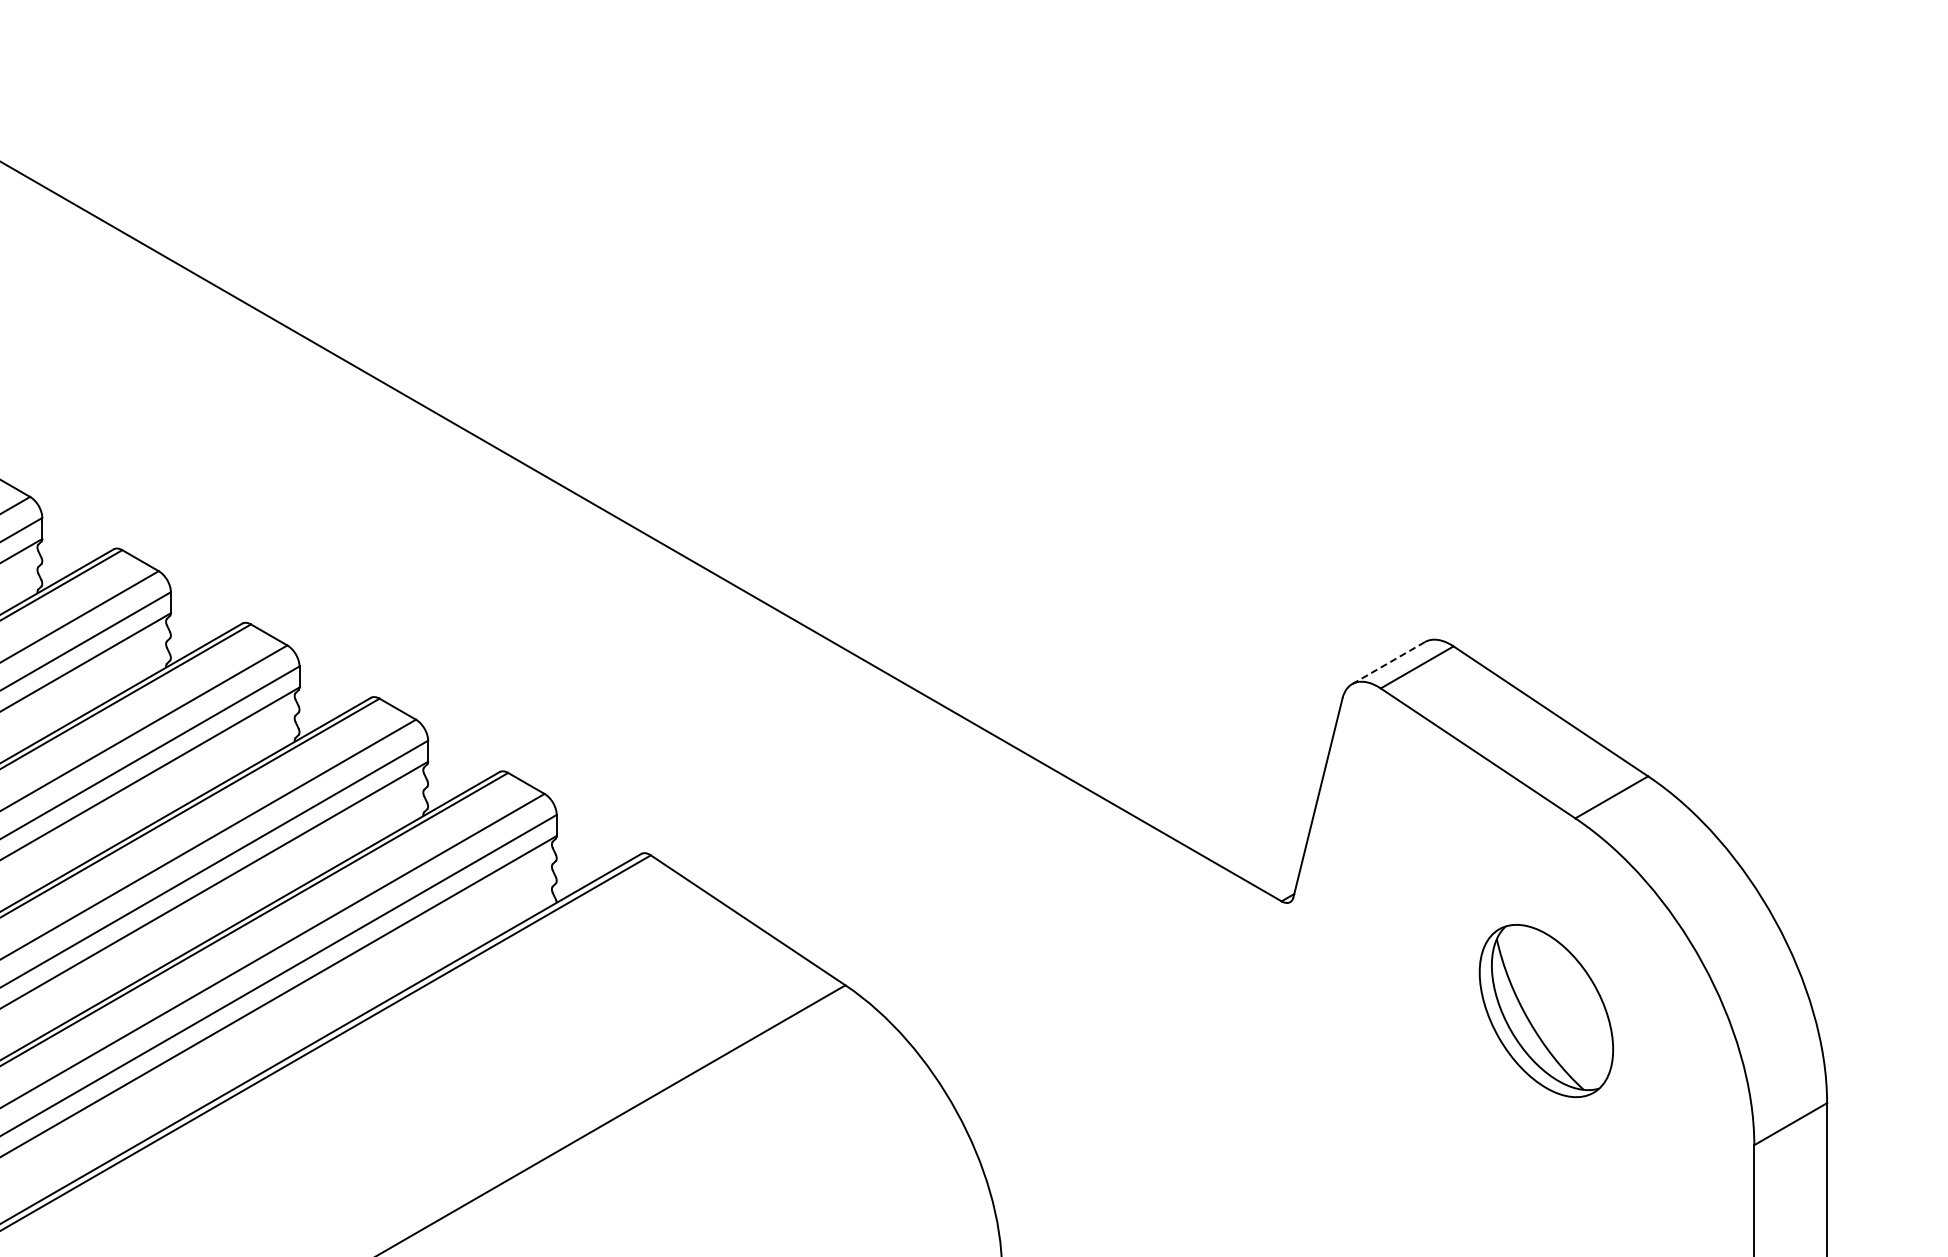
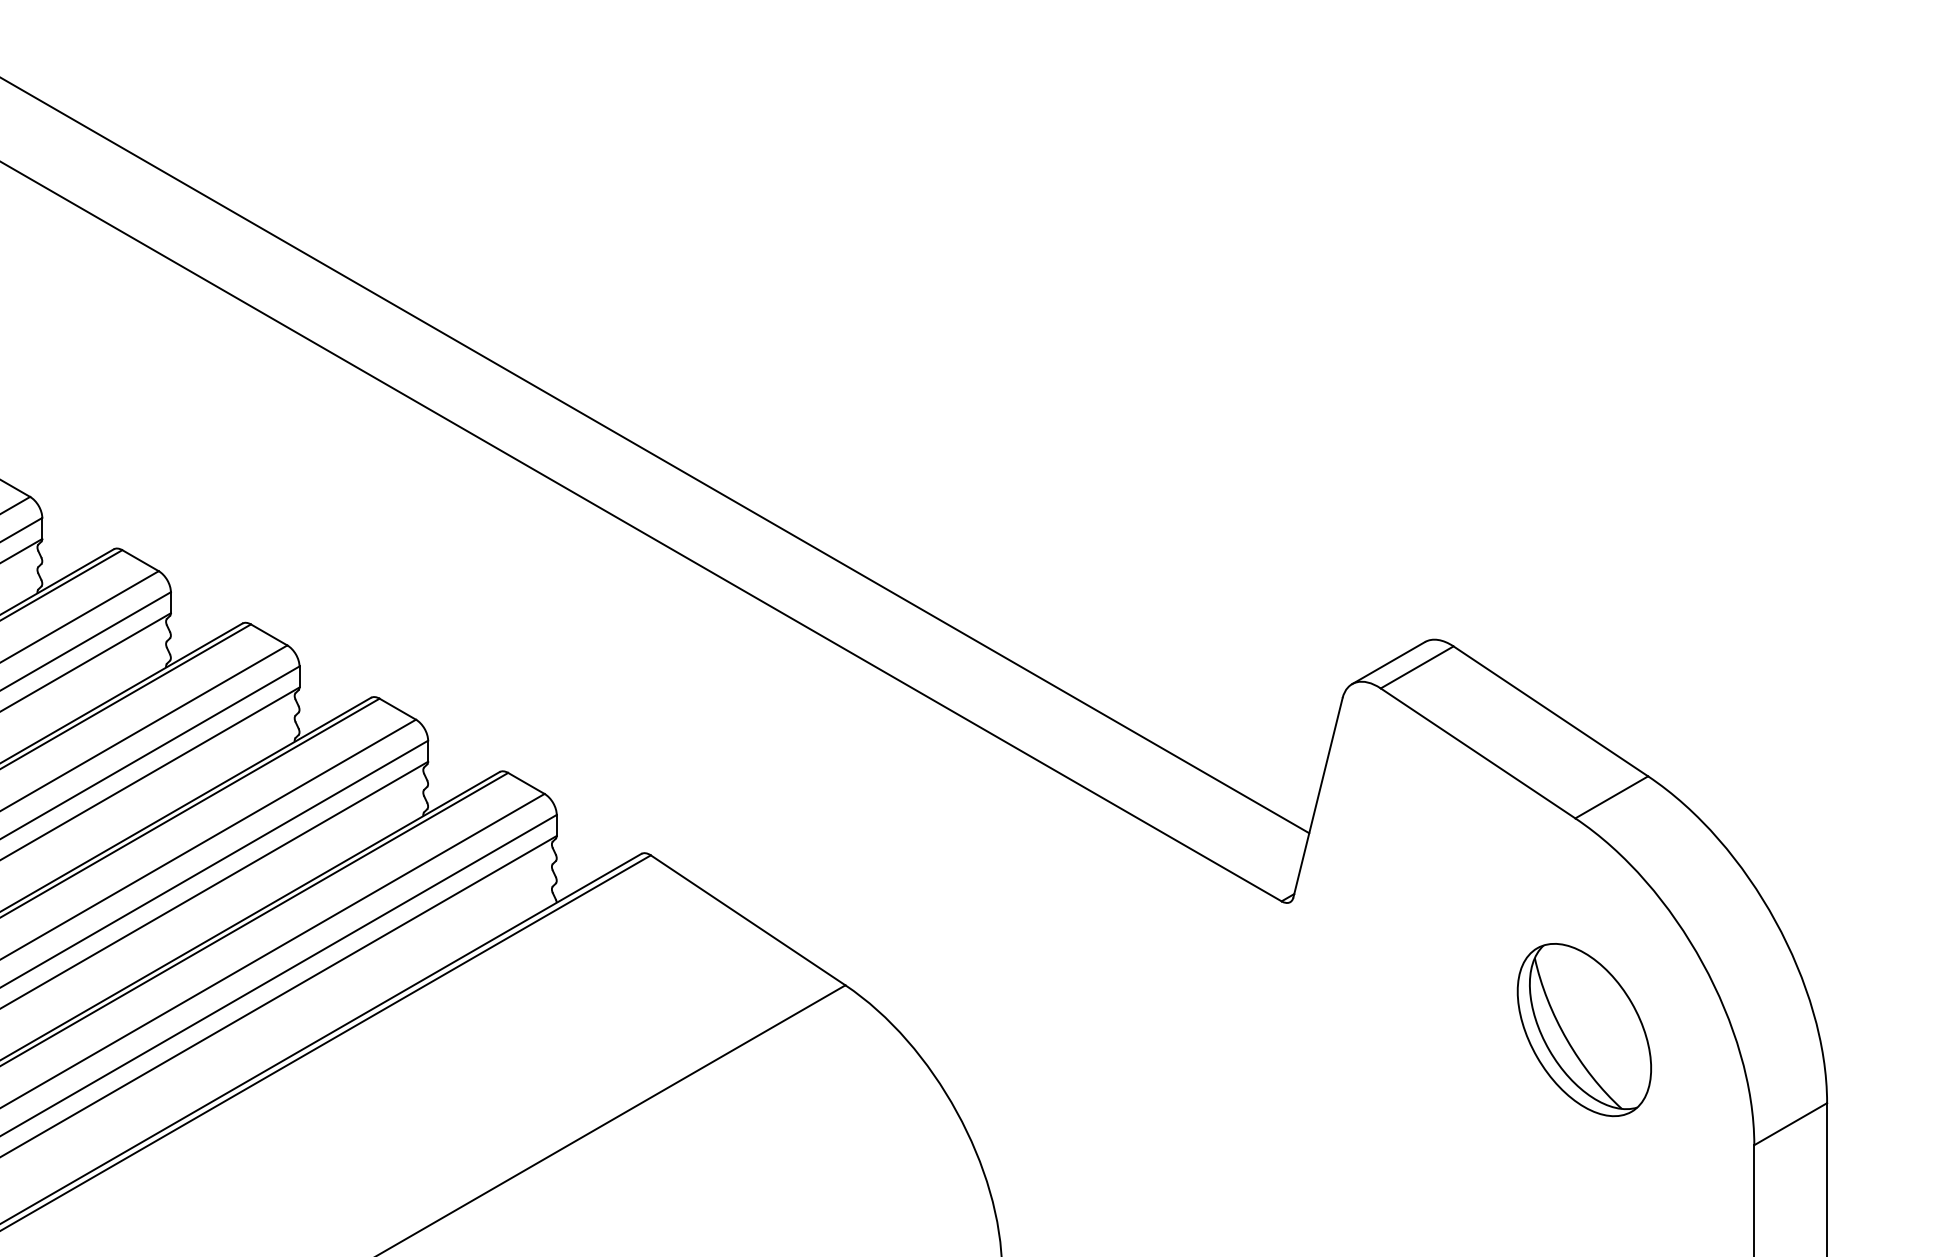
line at (655, 455): none -> present
line at (1389, 662): dashed -> solid
part at (1545, 1011) position: (1545, 1011) -> (1583, 1030)
